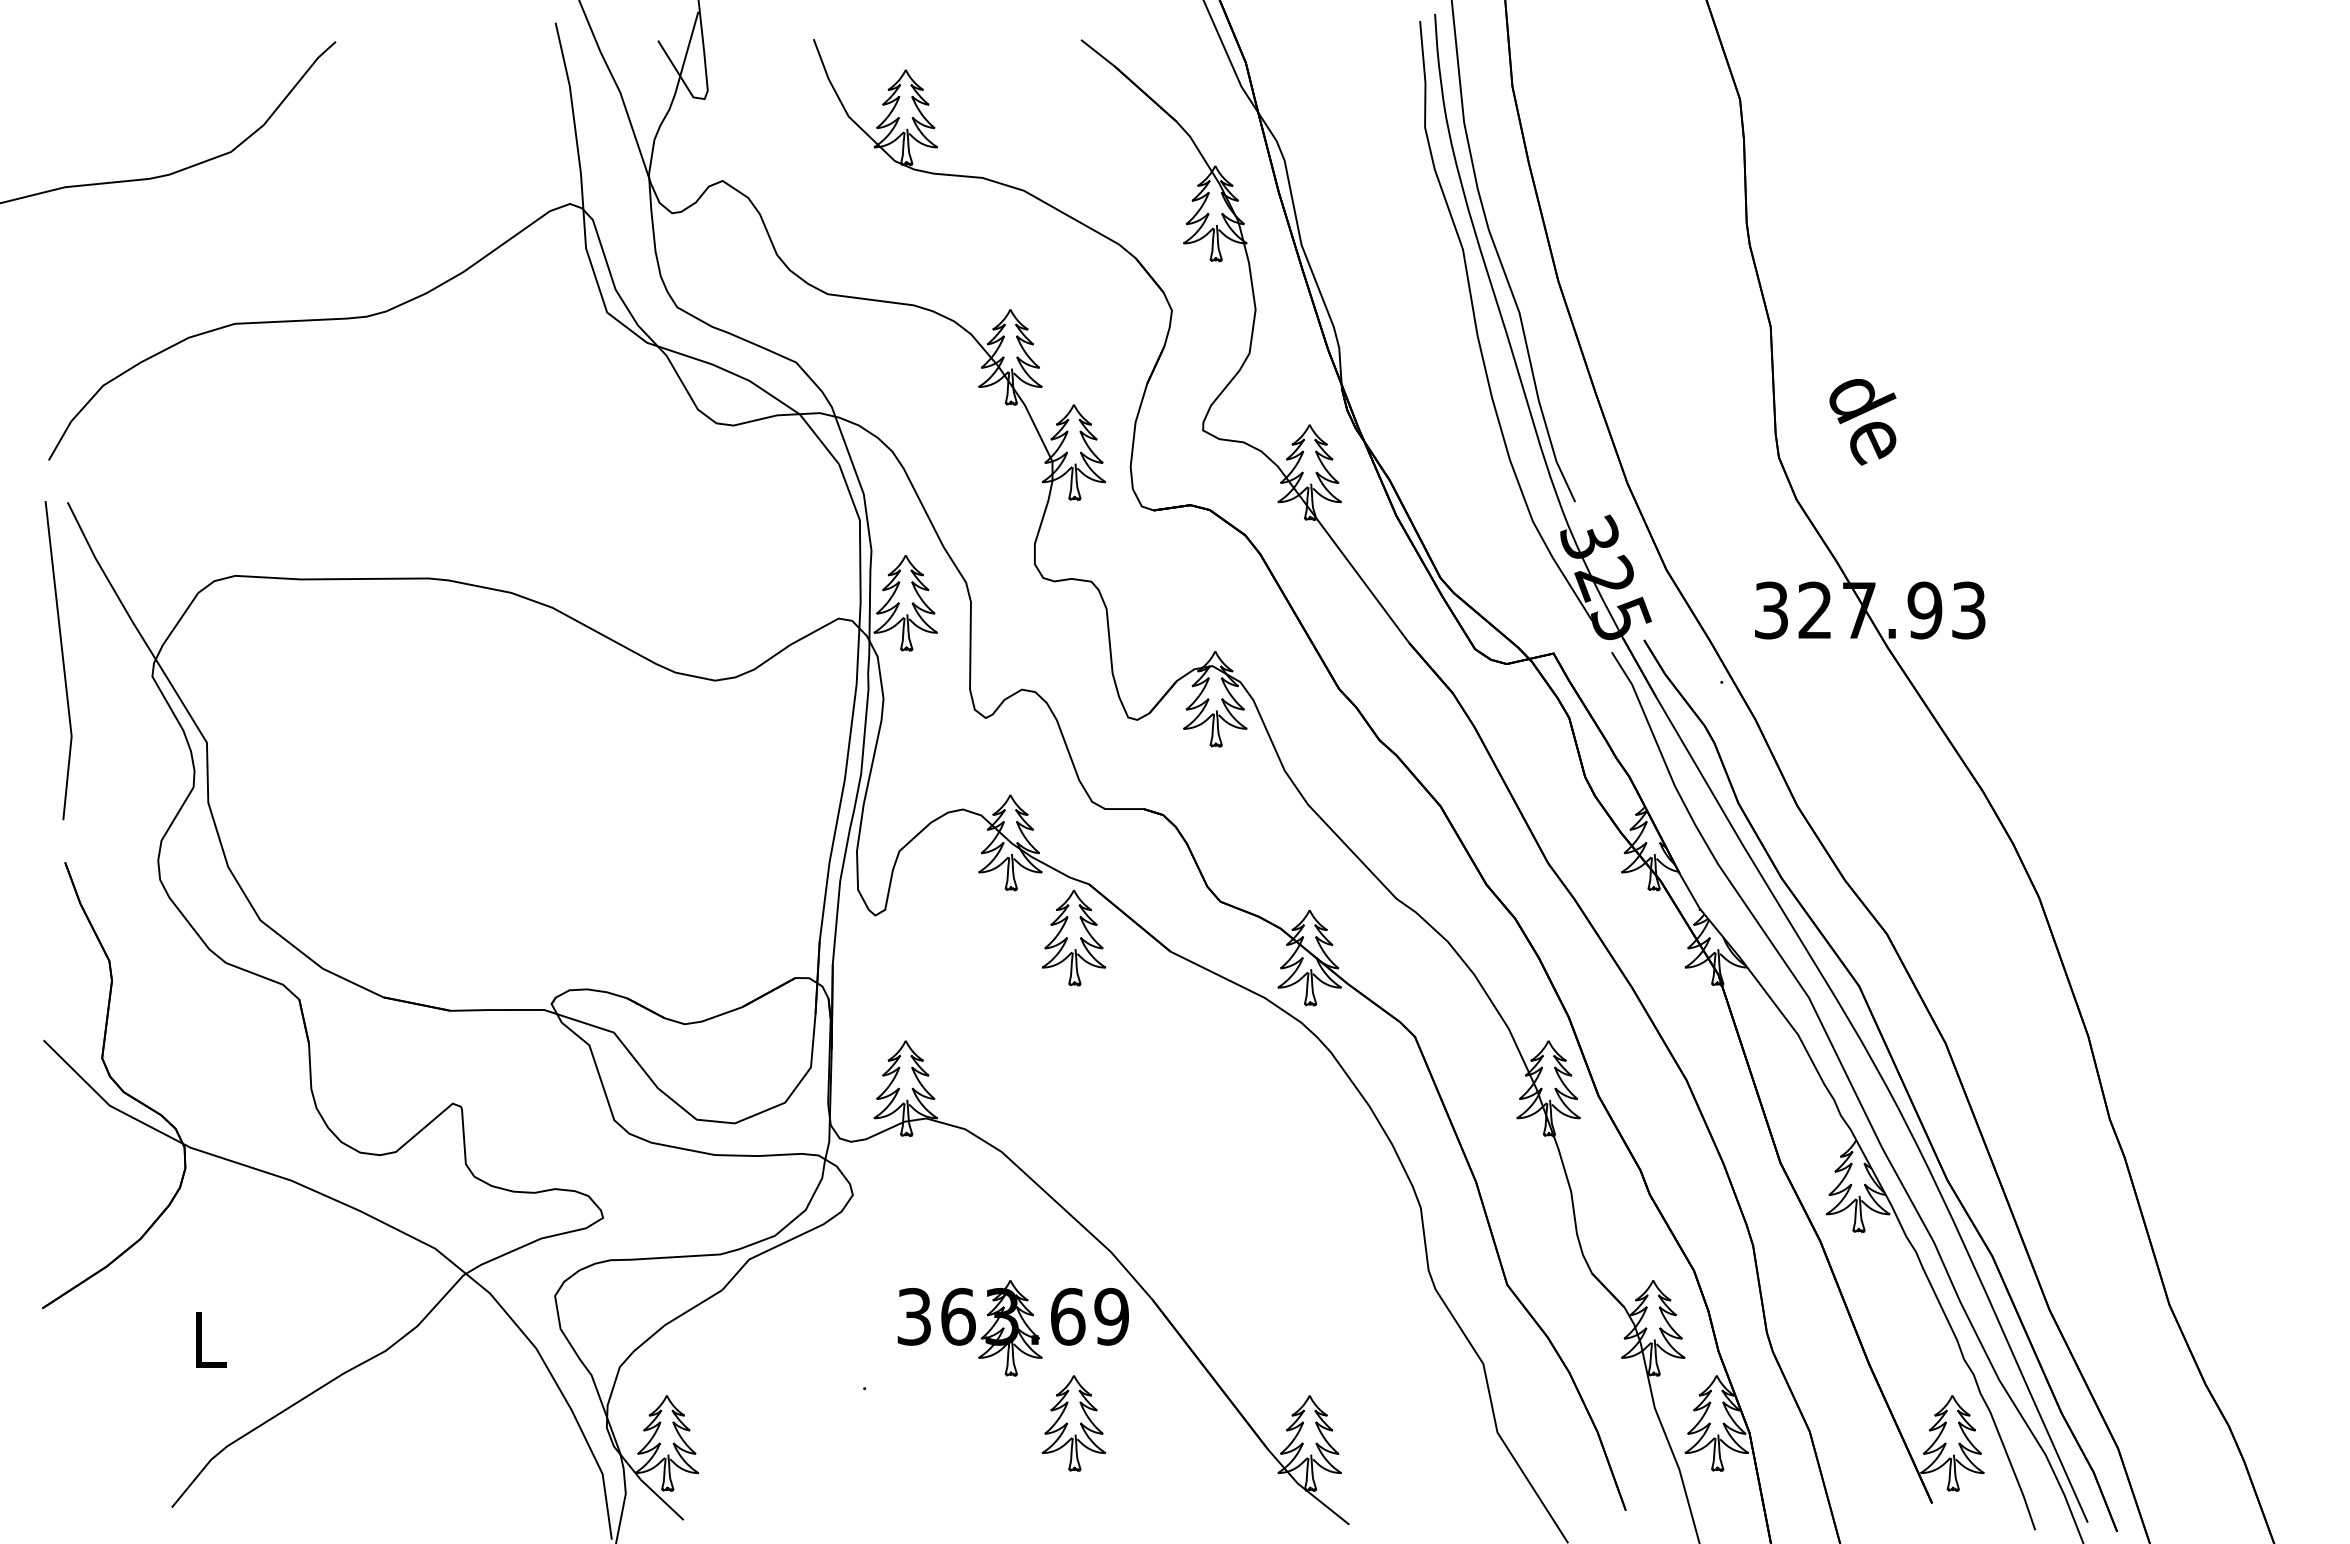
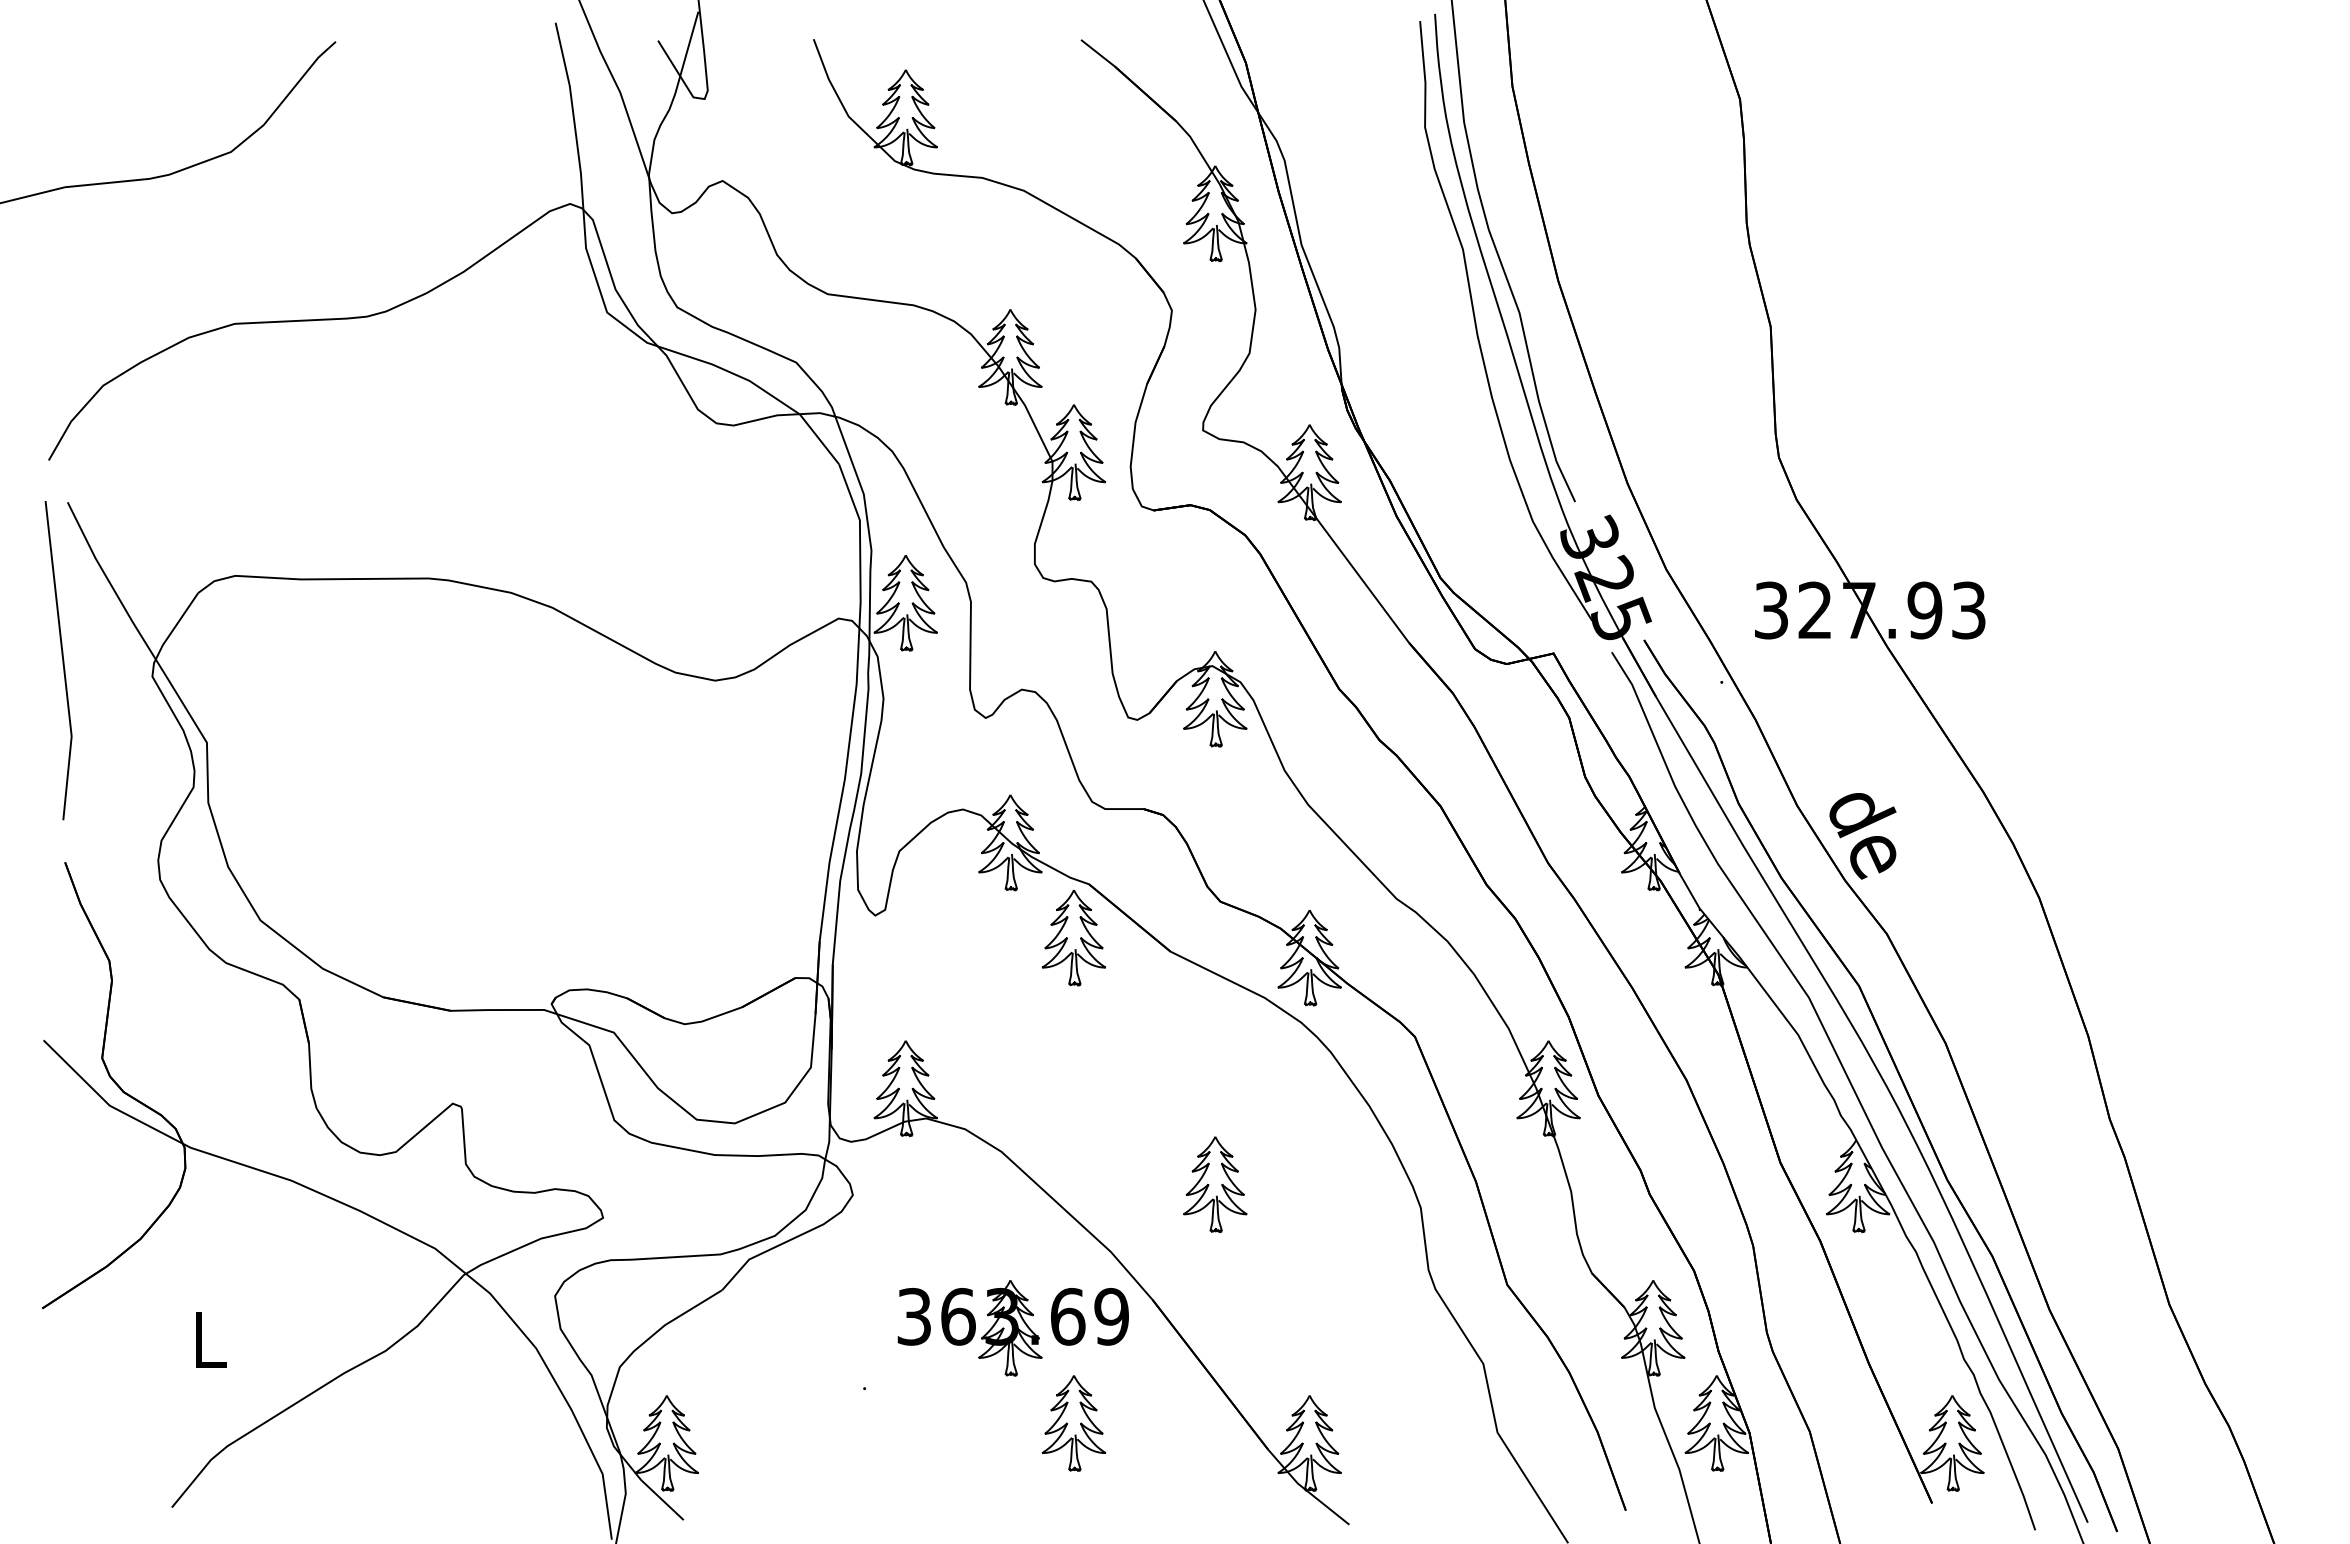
text at (1862, 422) position: (1862, 422) -> (1862, 836)
part at (1215, 1184): none -> present
